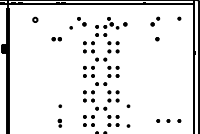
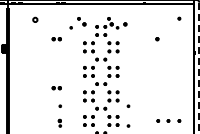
part at (155, 21): present -> none
line at (199, 68): solid -> dashed
part at (56, 88): none -> present
